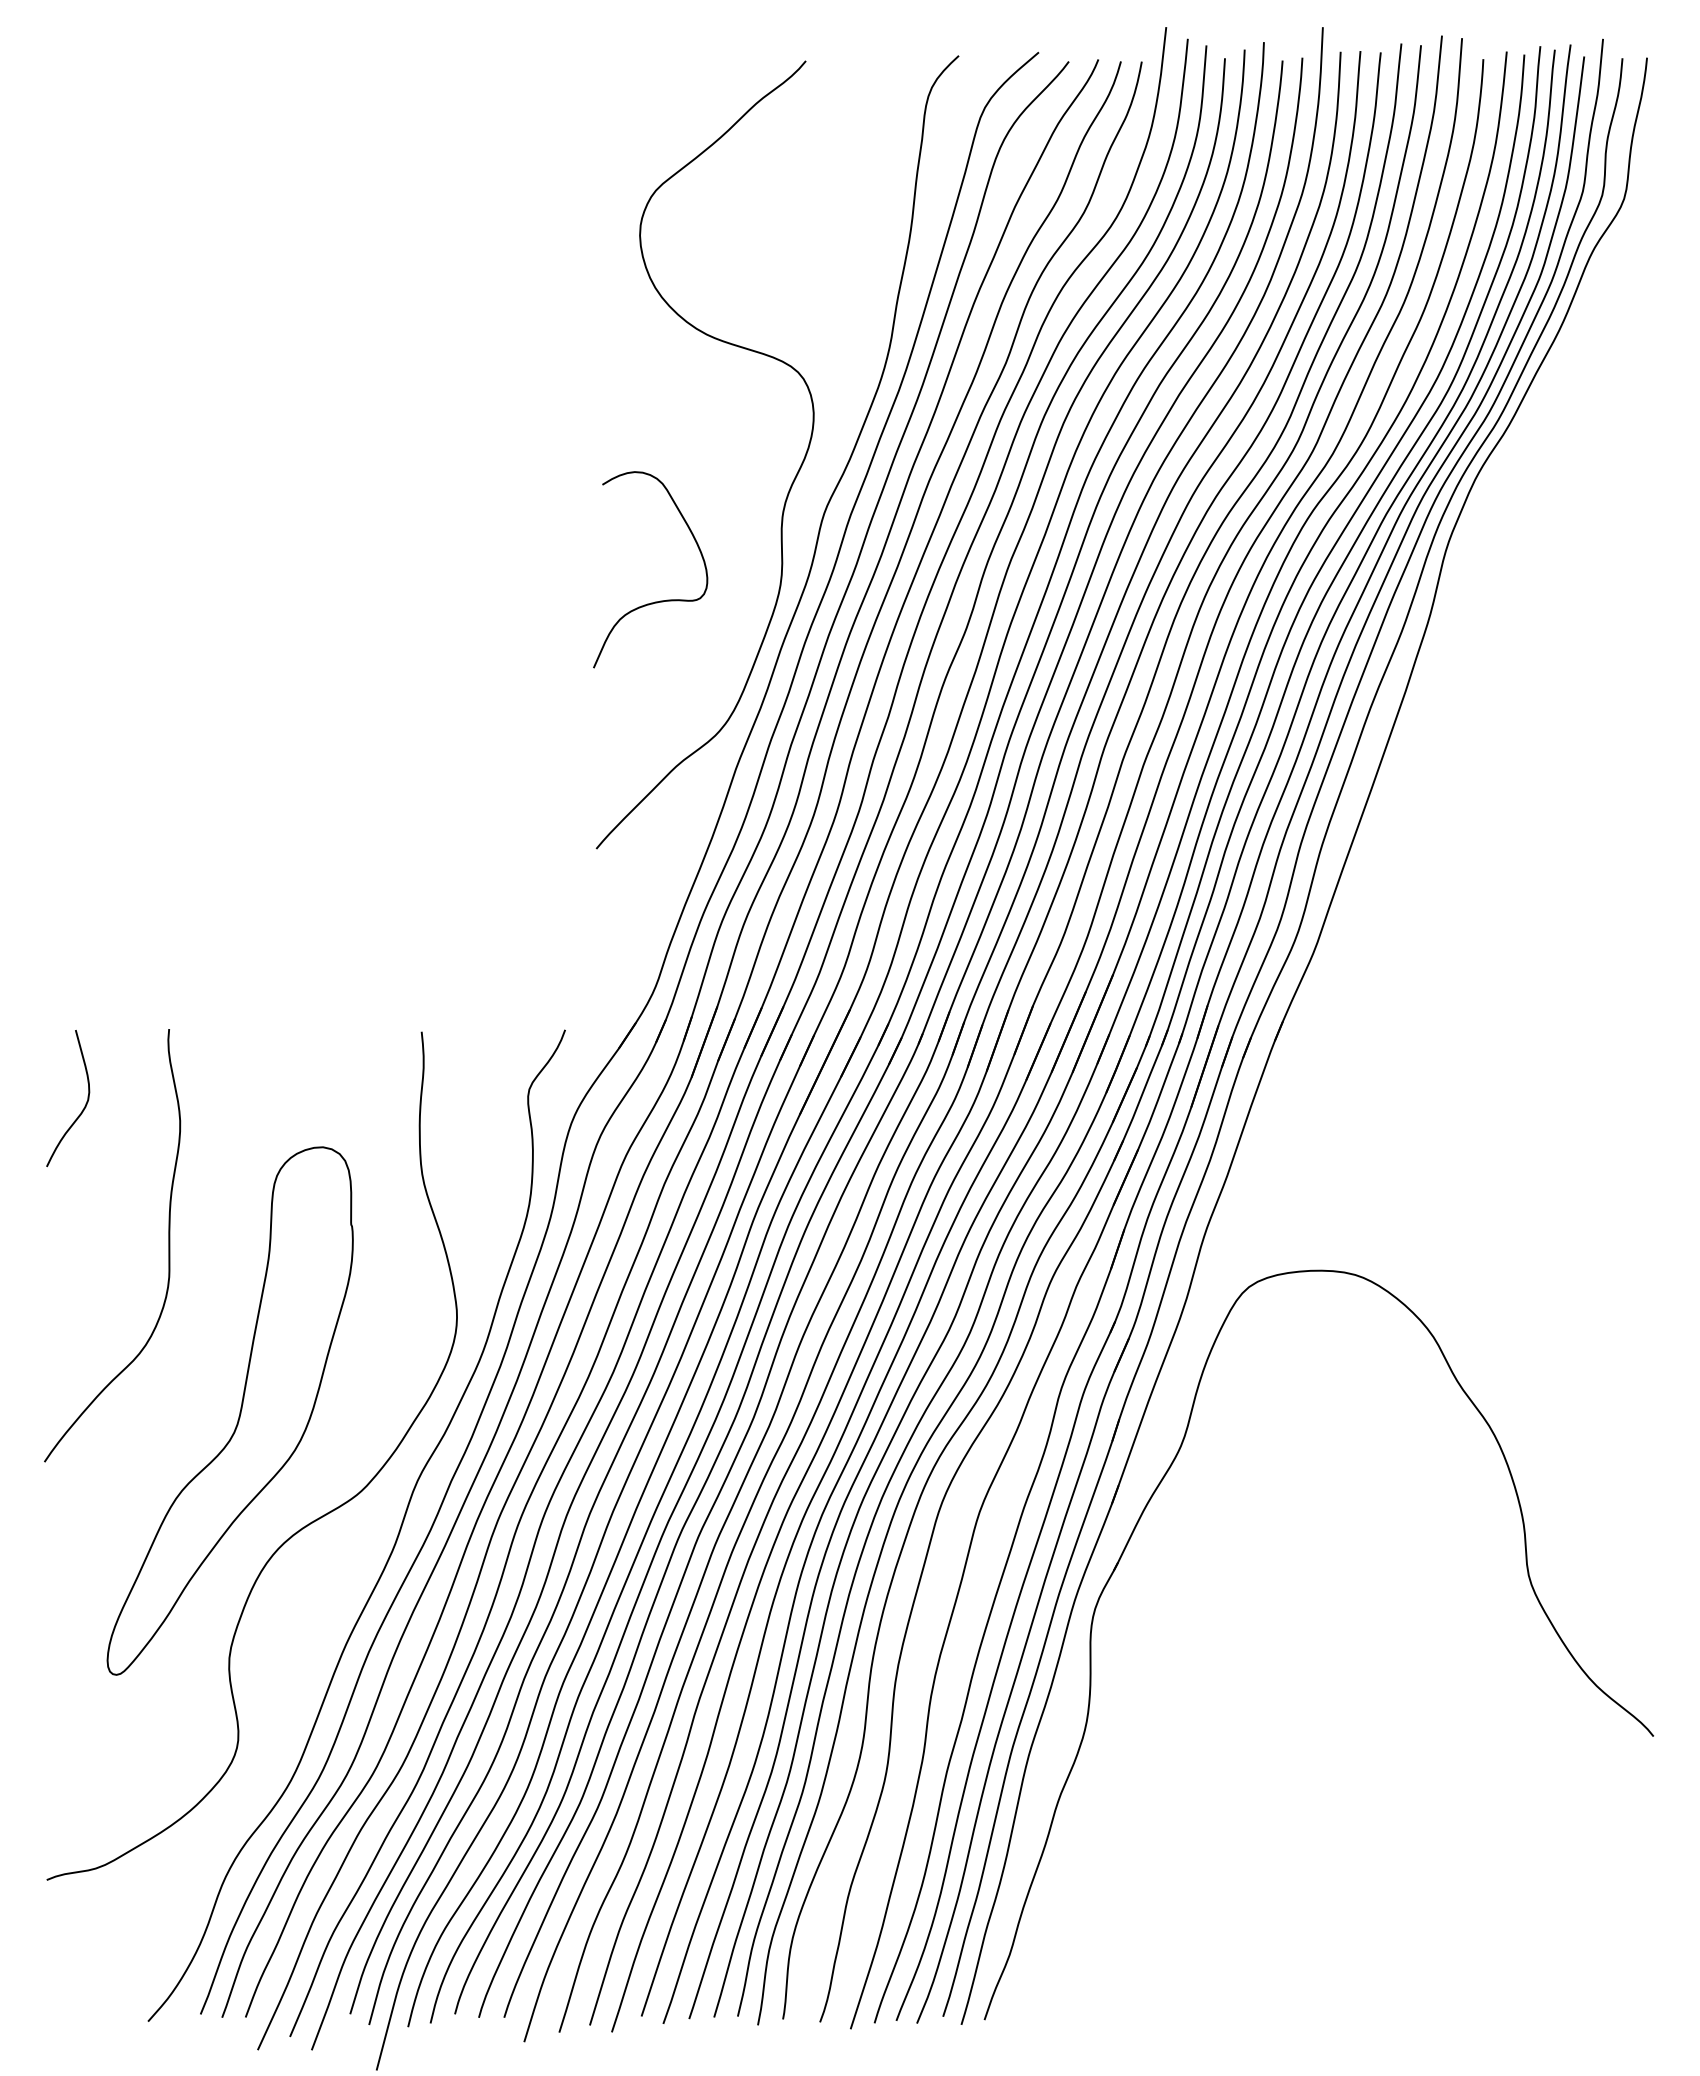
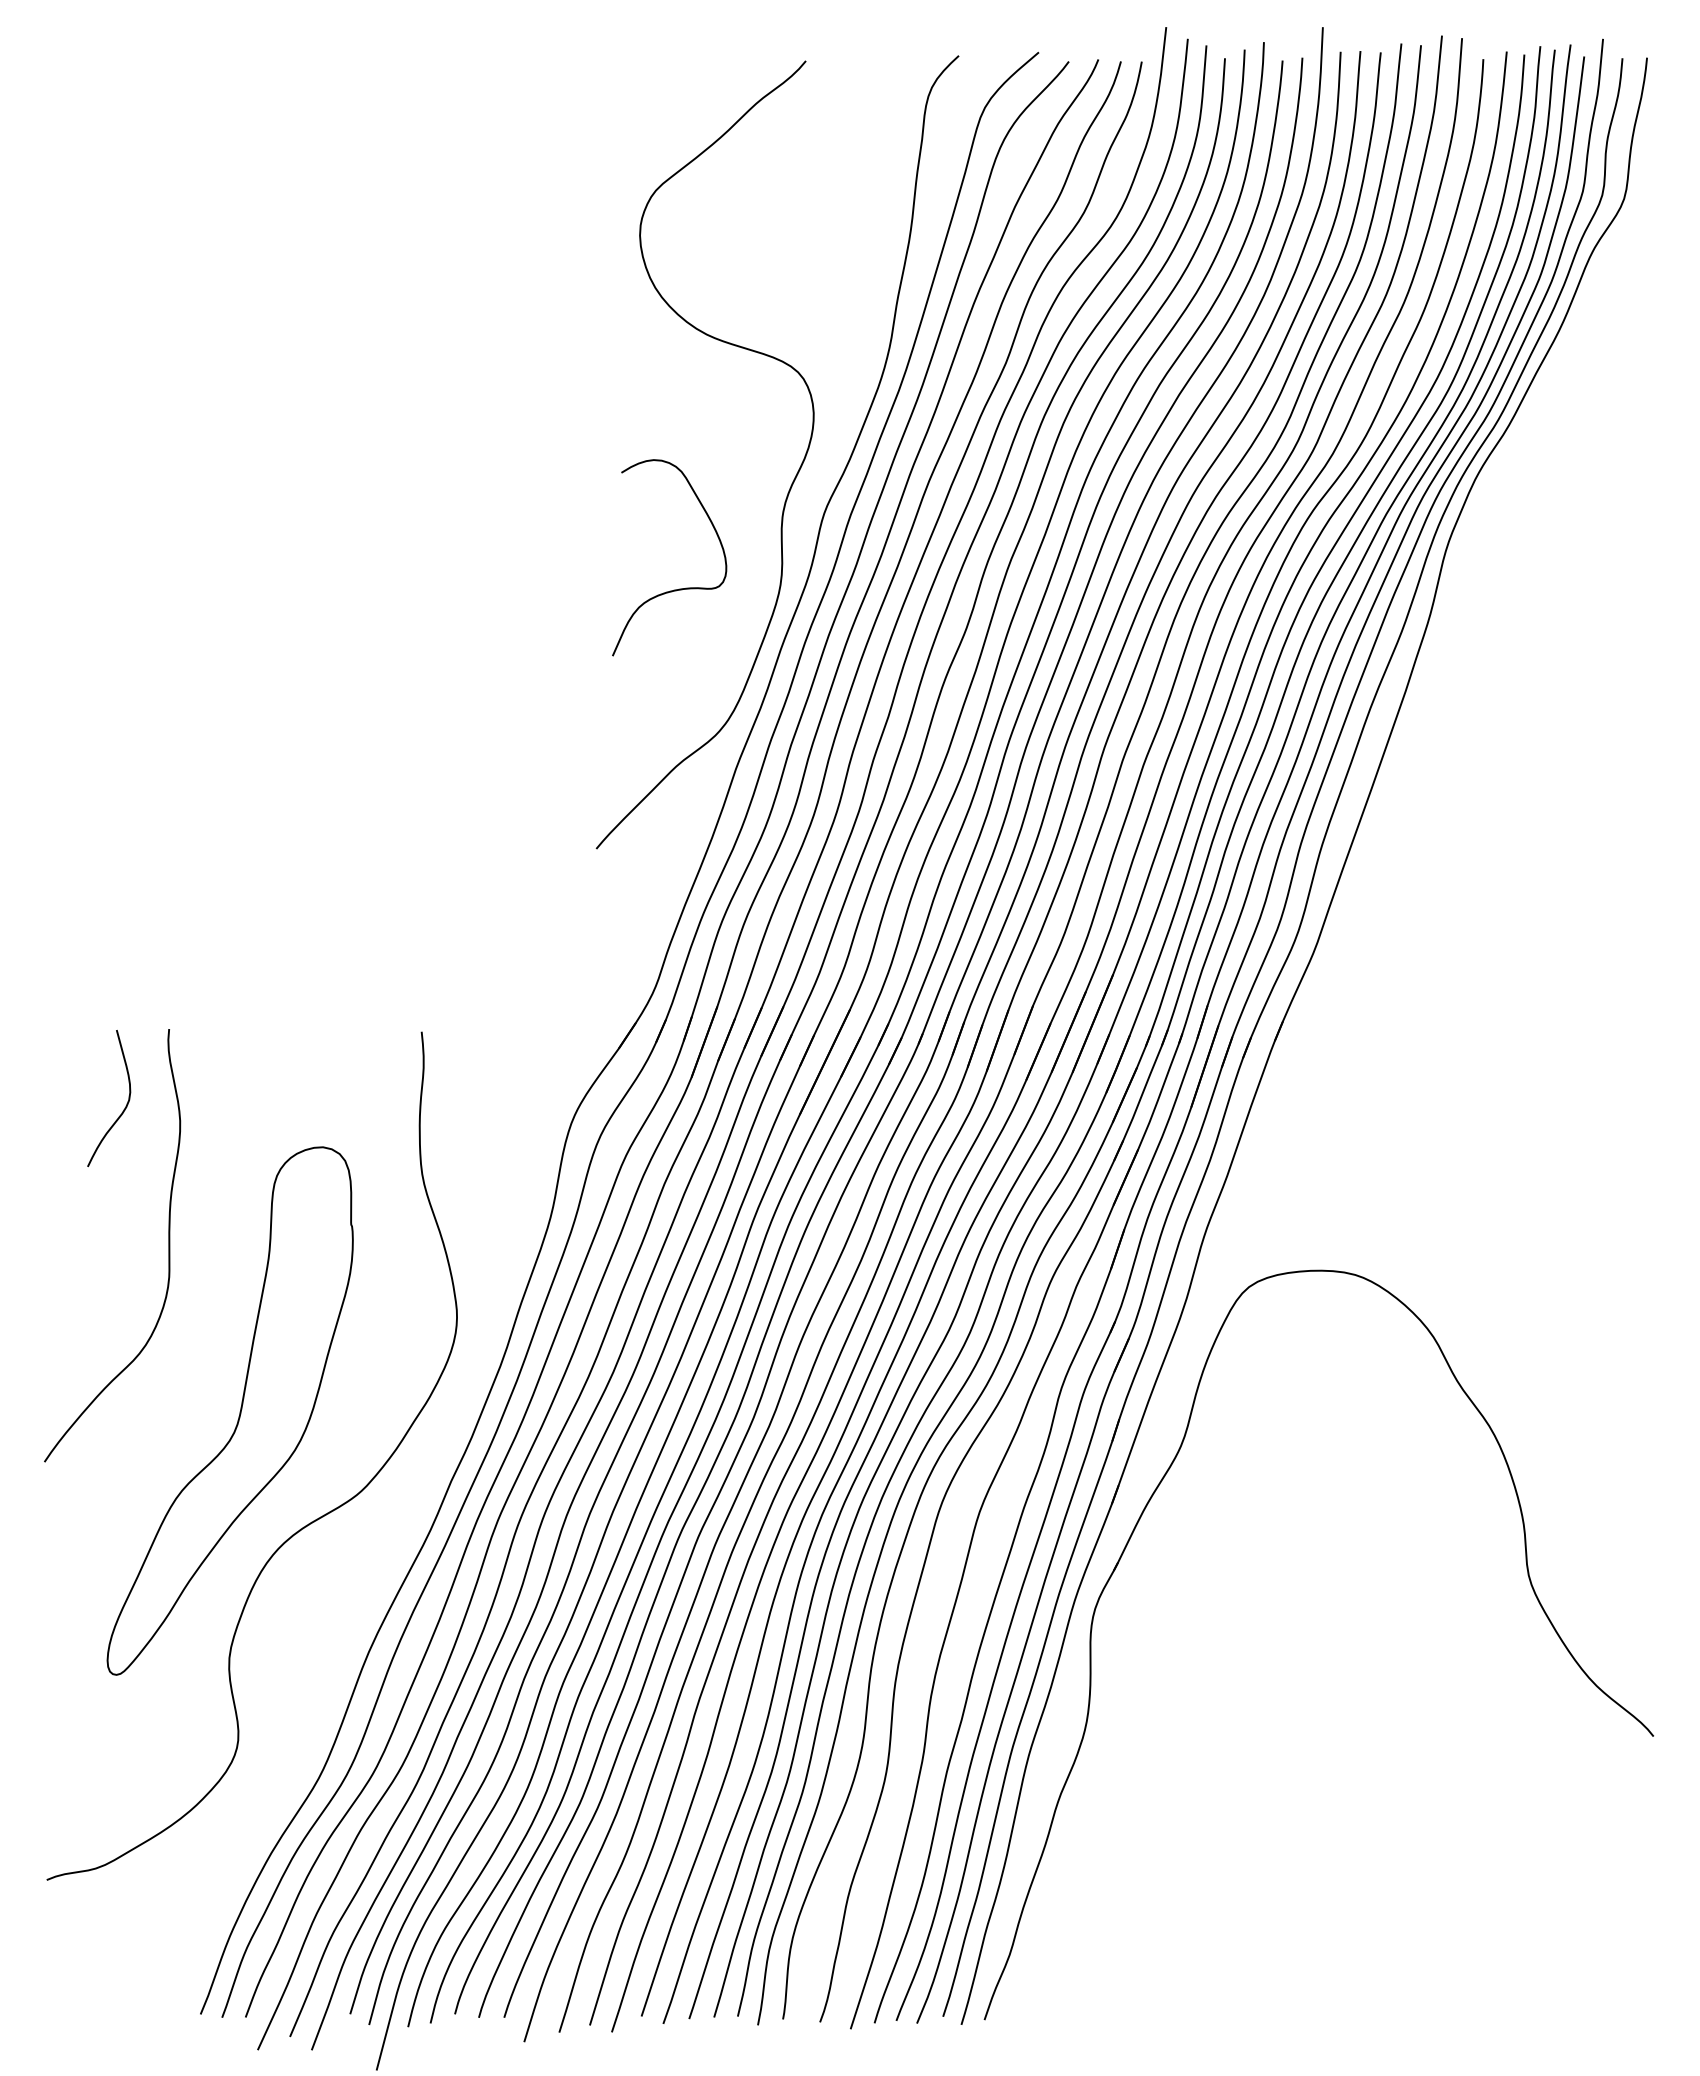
curve at (655, 601) position: (655, 601) -> (674, 589)
curve at (85, 1103) position: (85, 1103) -> (126, 1103)
curve at (394, 1542): present -> none
